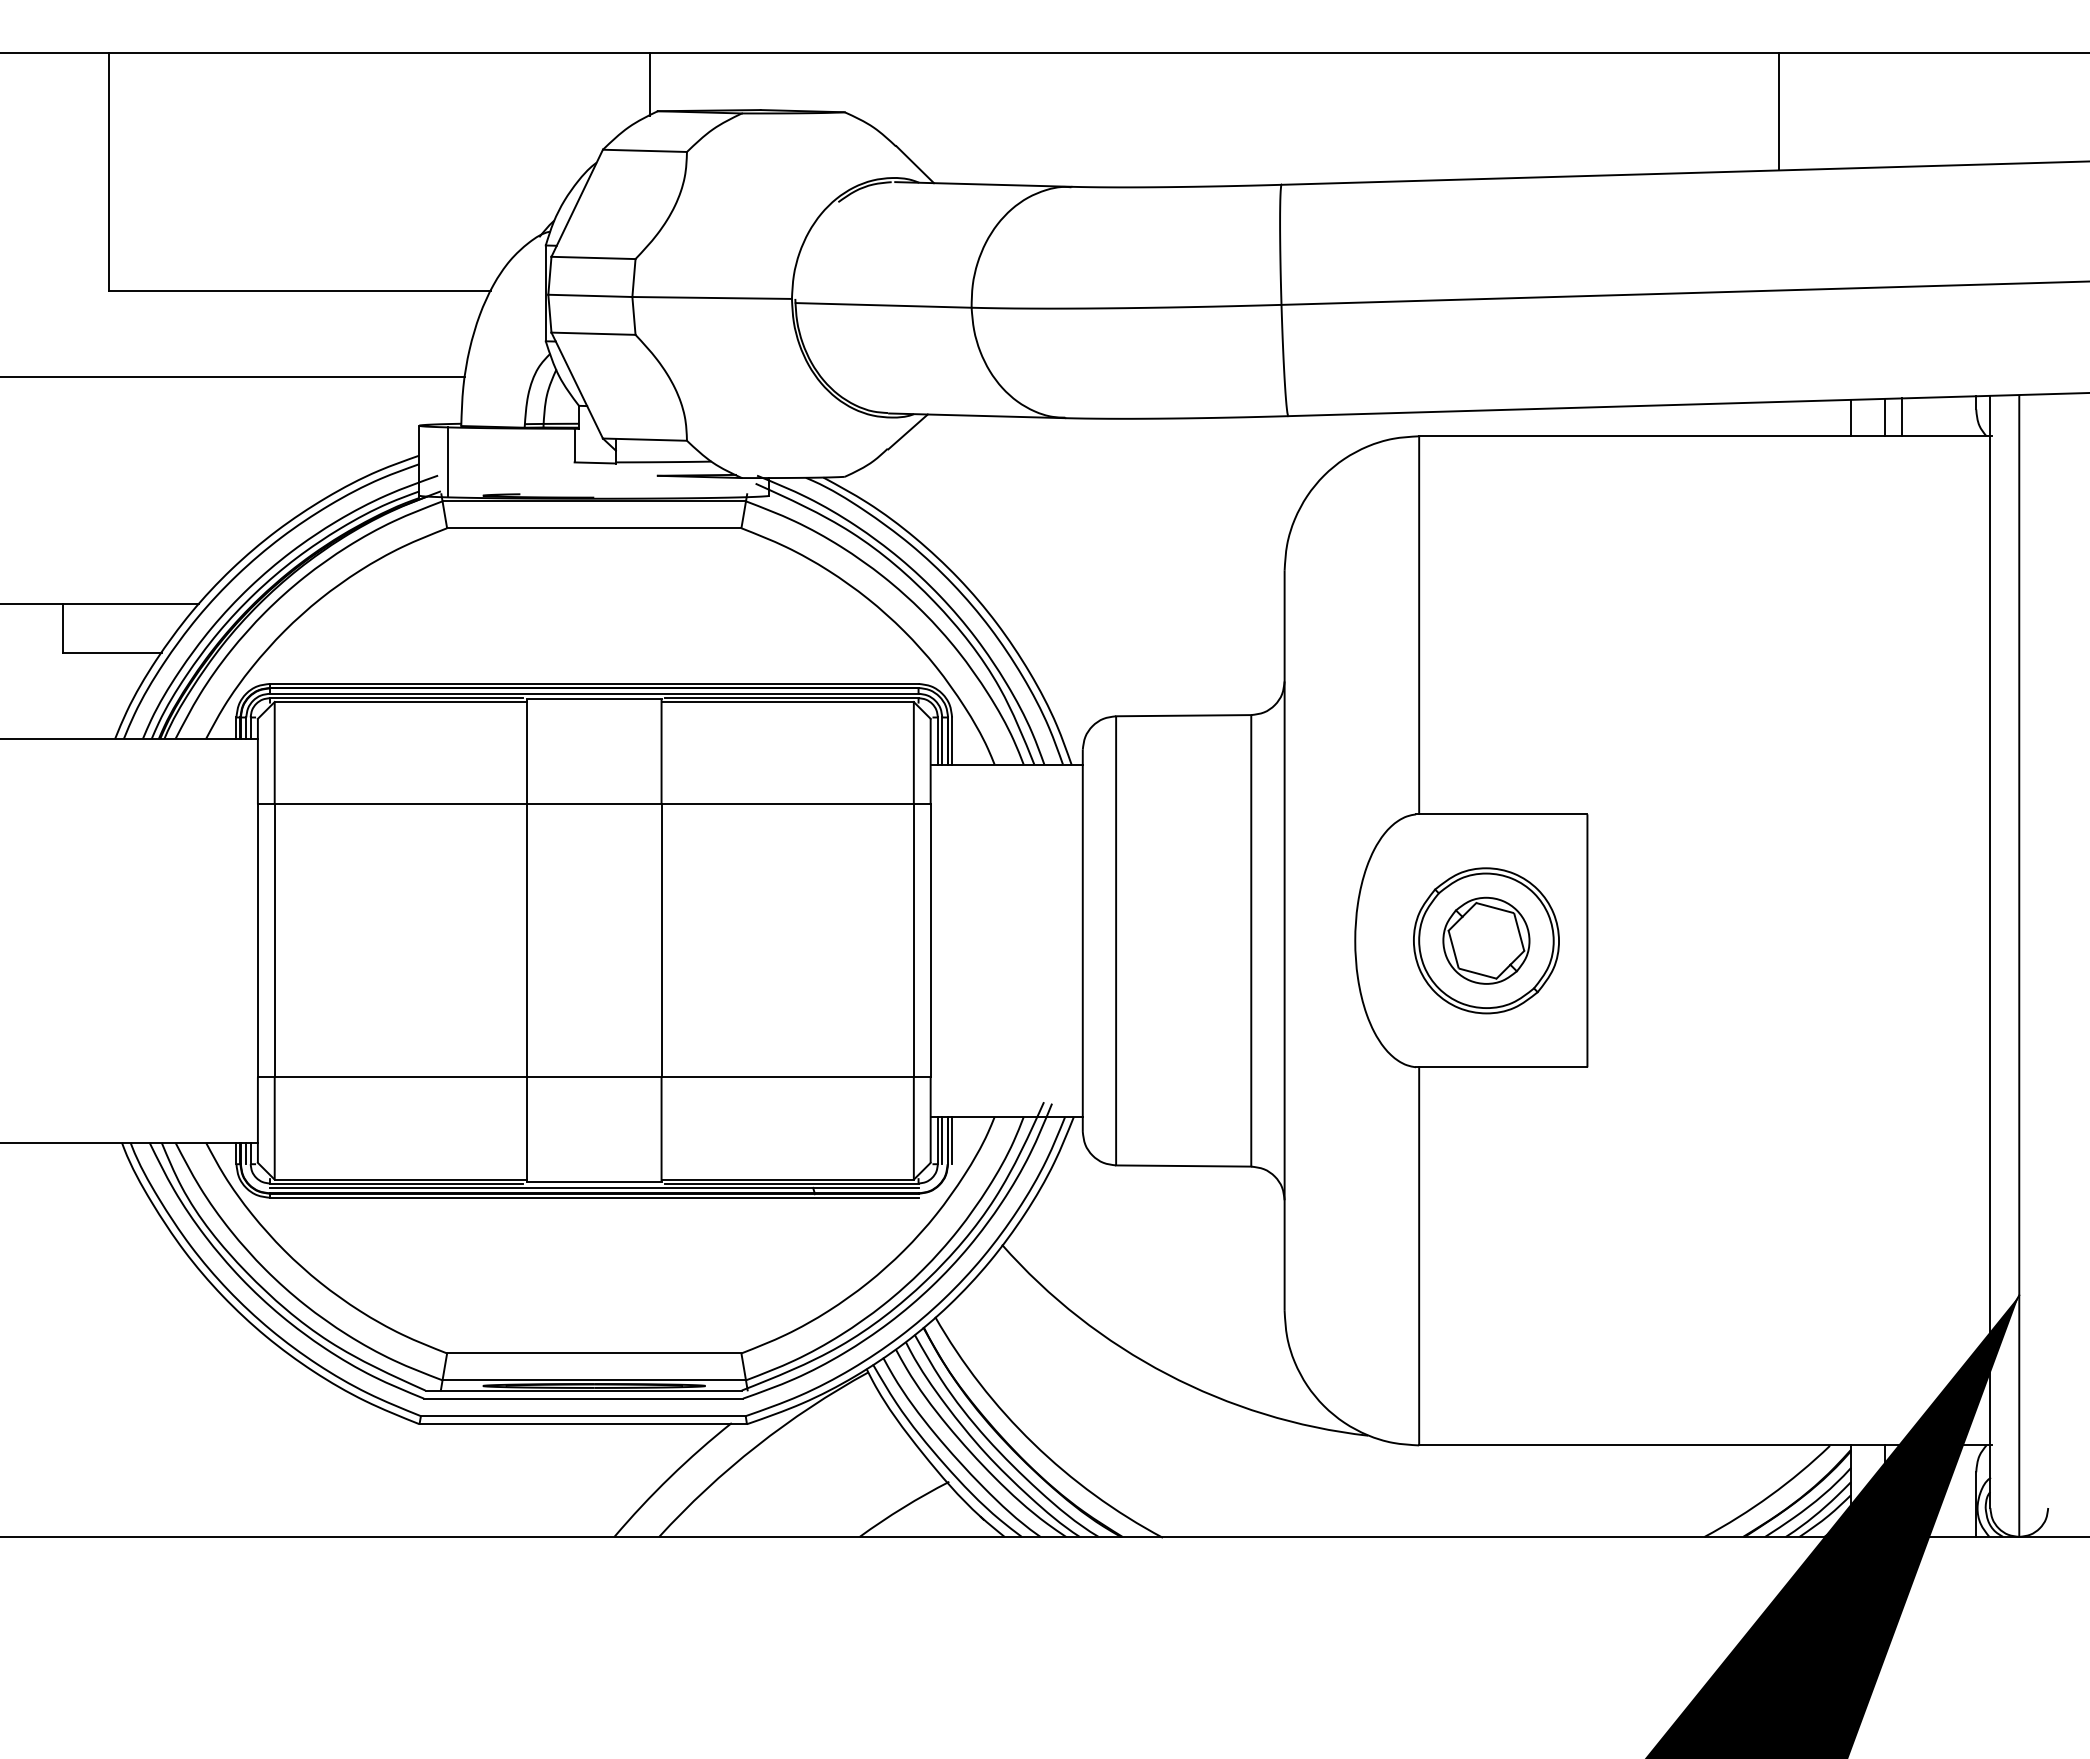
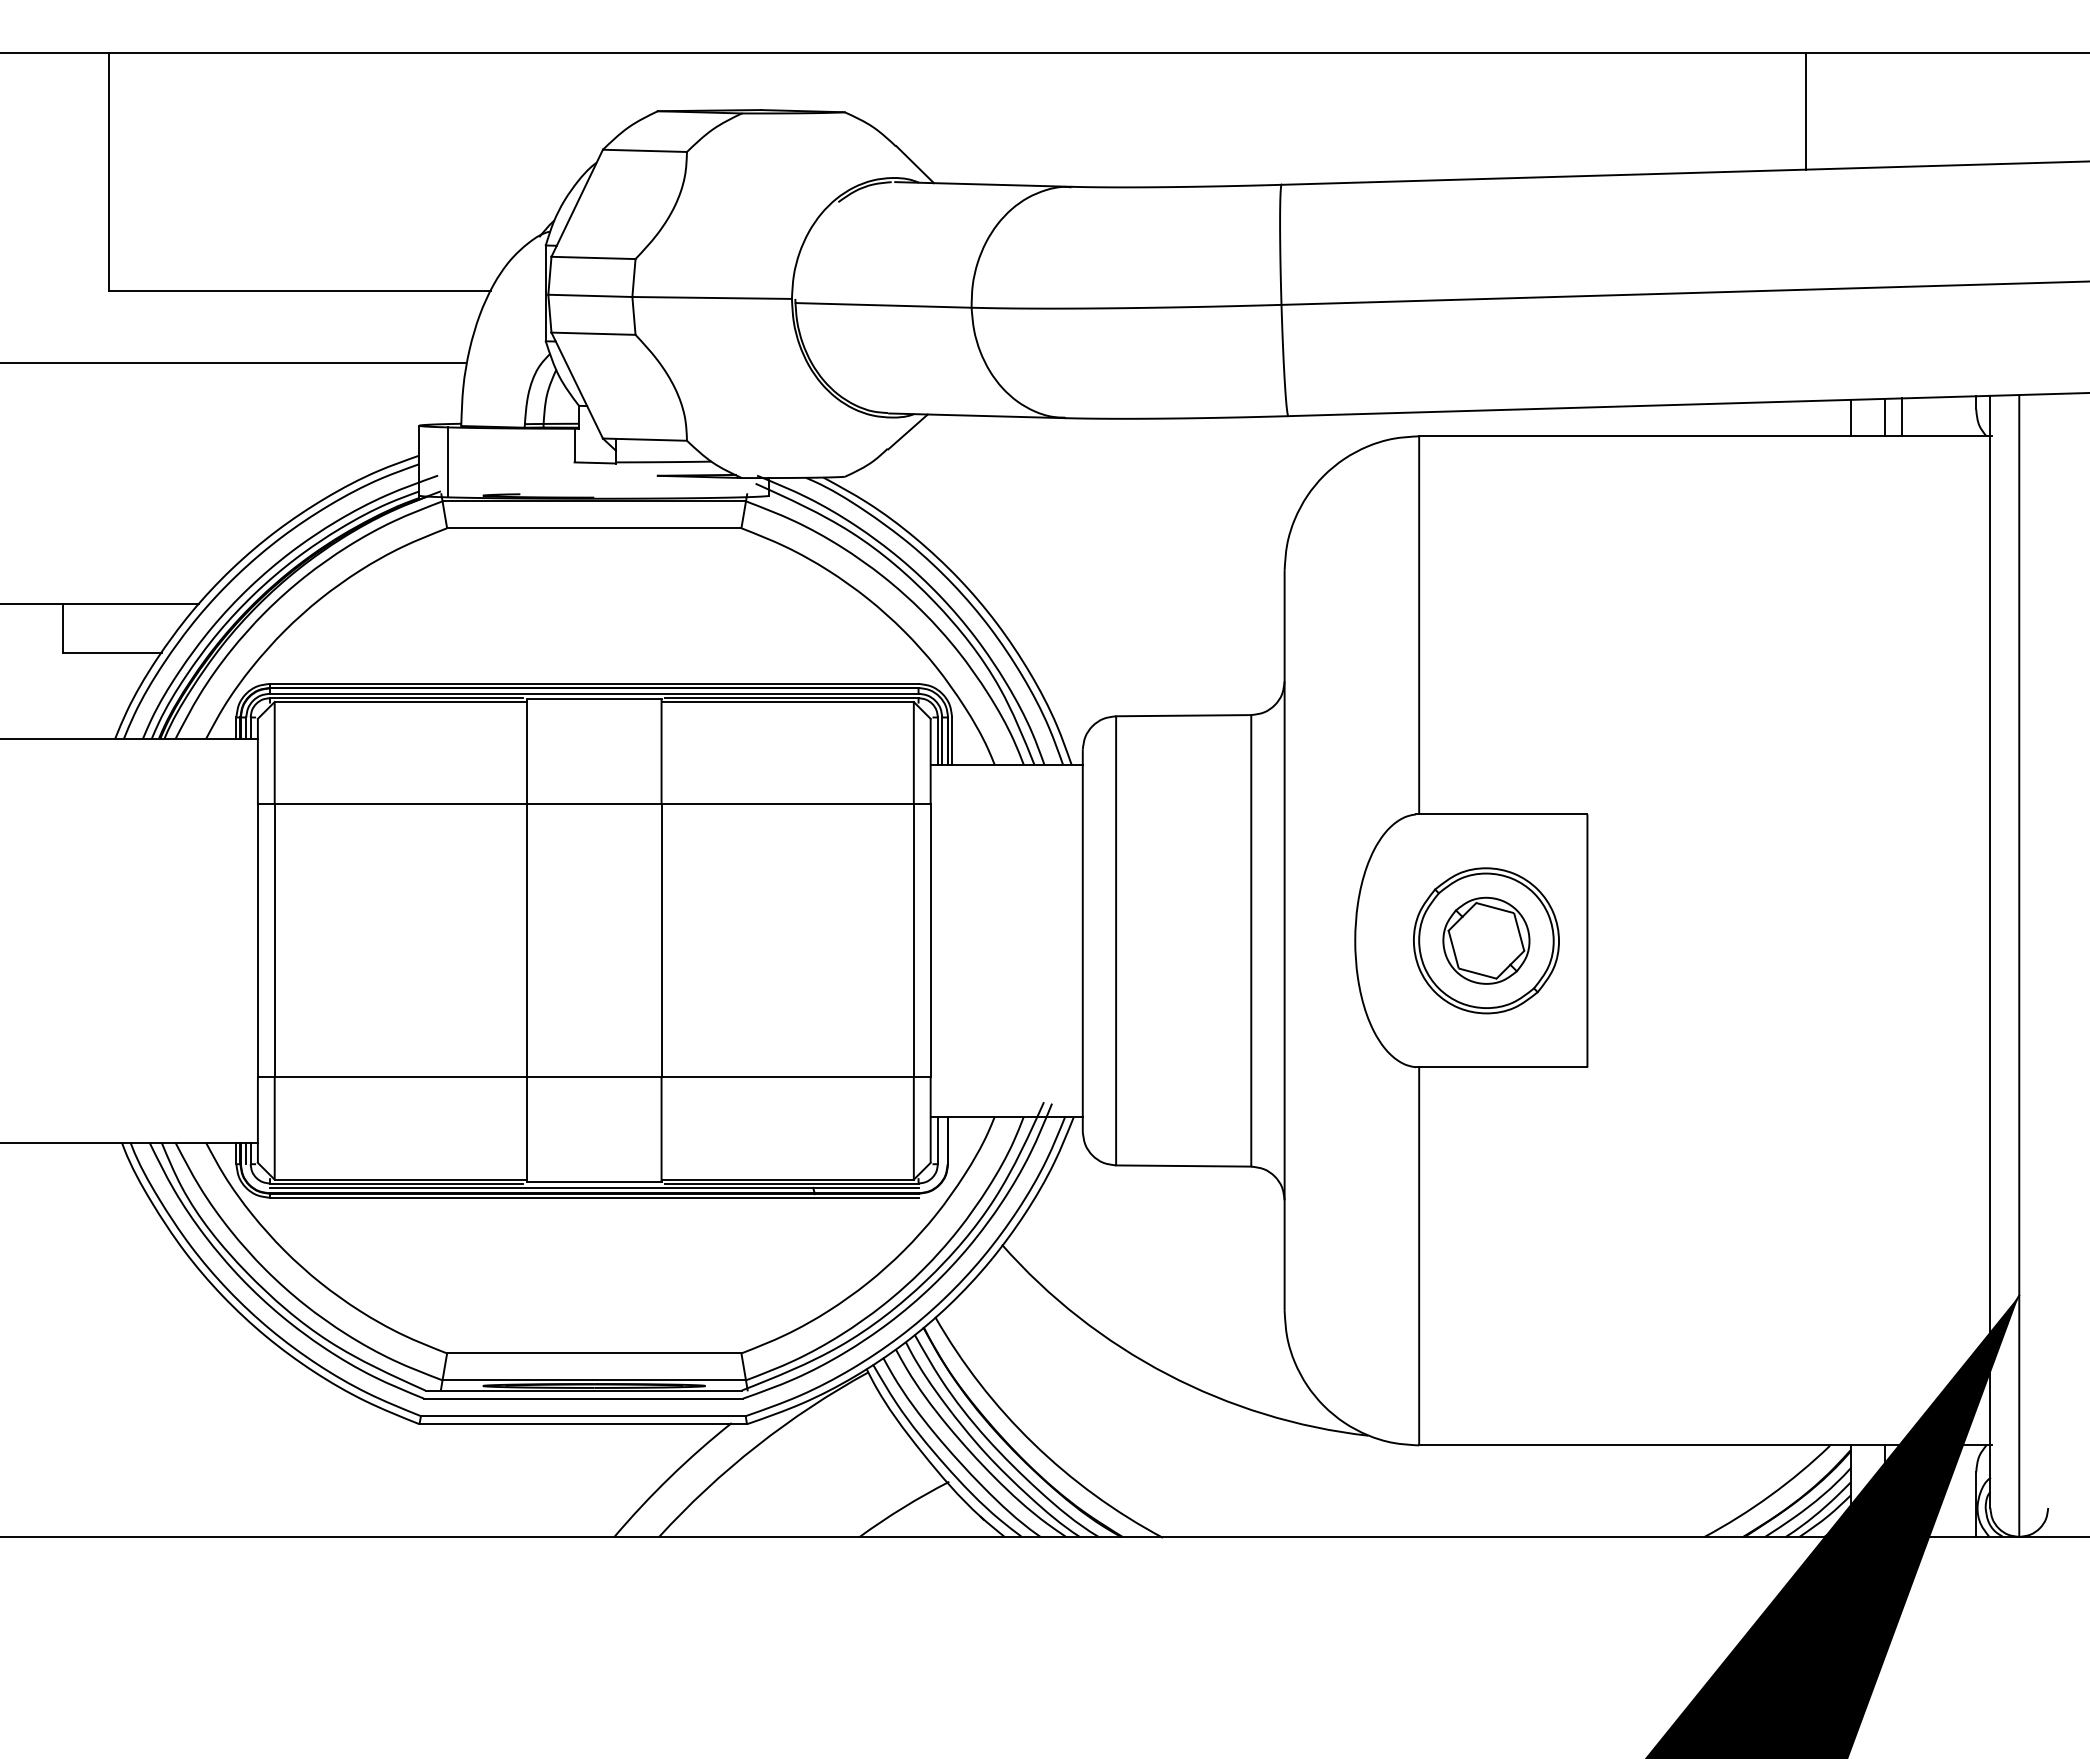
line at (649, 83): present -> none
line at (1779, 111) position: (1779, 111) -> (1806, 111)
line at (233, 377) position: (233, 377) -> (233, 363)
line at (942, 1140): present -> none
line at (952, 1140): present -> none
